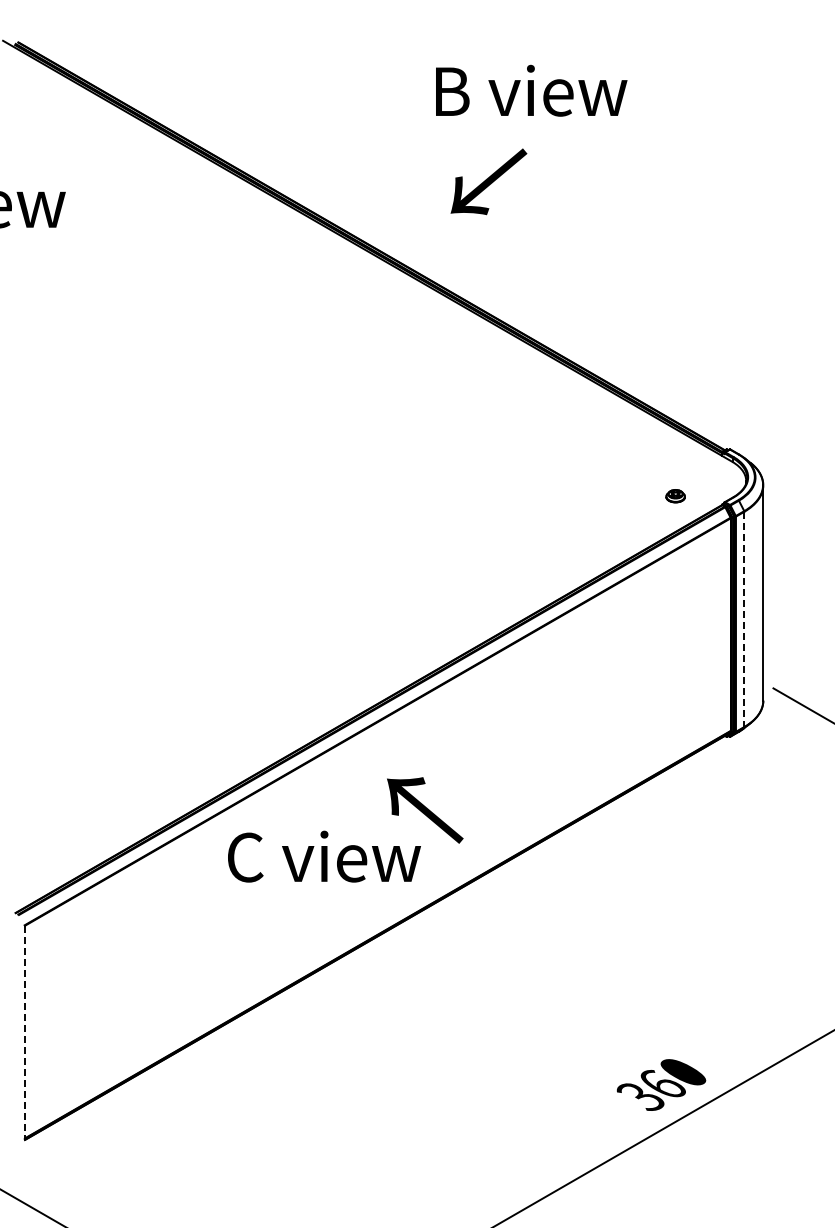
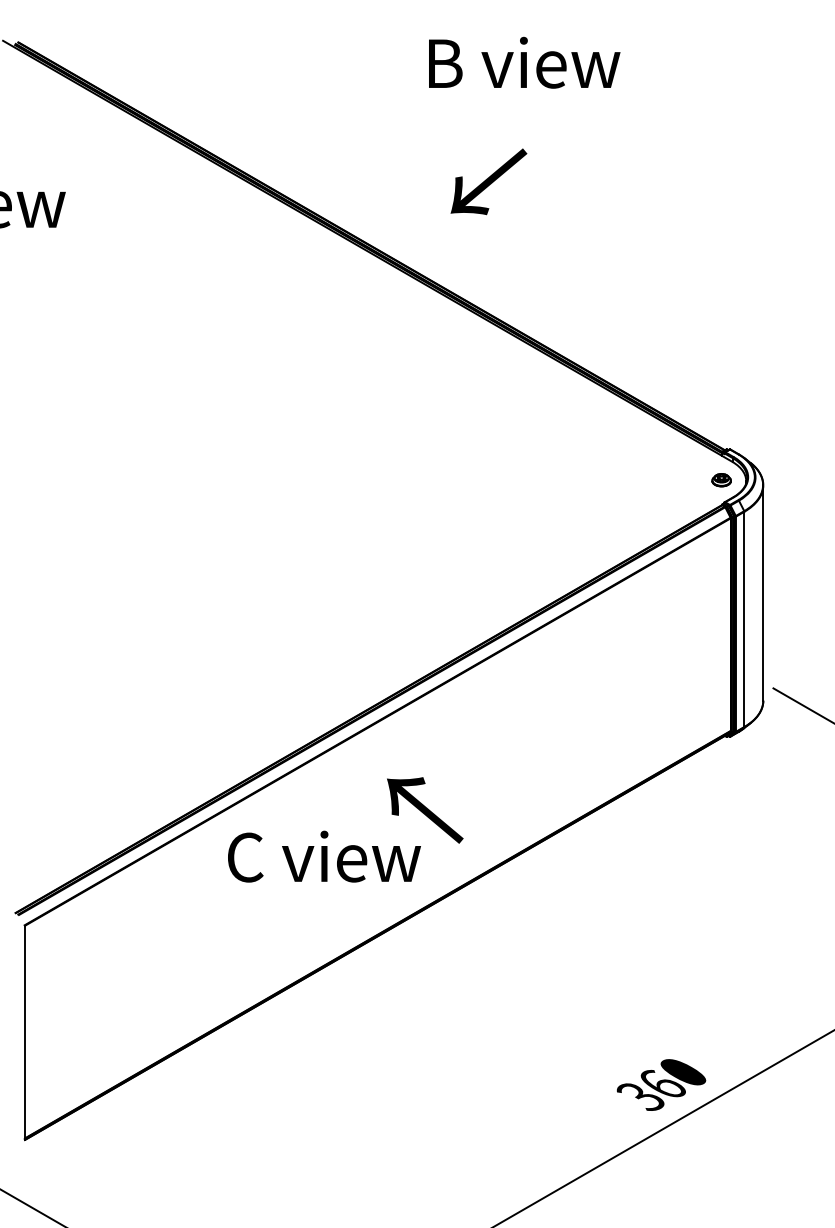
text at (531, 90) position: (531, 90) -> (524, 62)
part at (675, 496) position: (675, 496) -> (721, 480)
line at (744, 619): dashed -> solid
line at (25, 1033): dashed -> solid
